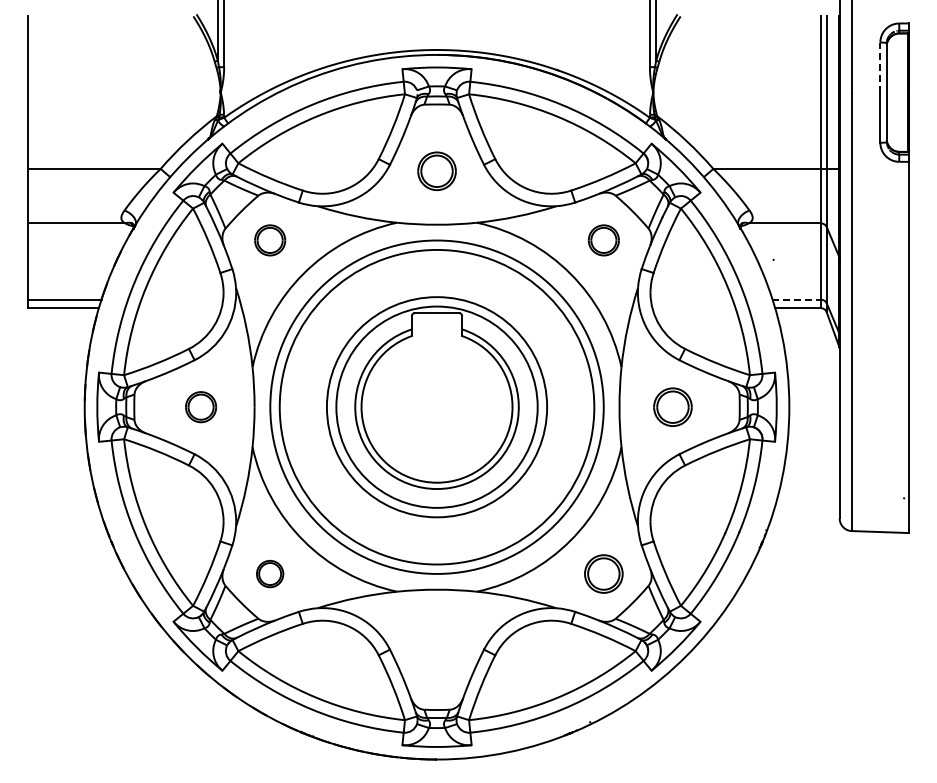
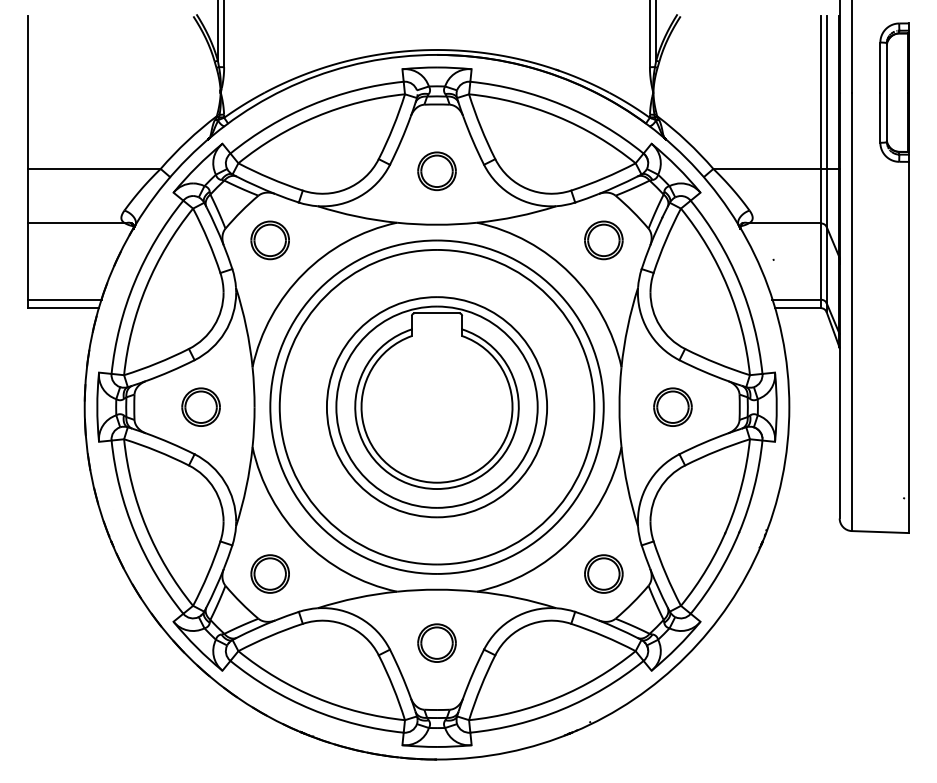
line at (880, 67): dashed -> solid
part at (270, 240) size: 33x33 px -> 40x41 px
part at (603, 240) size: 33x33 px -> 40x41 px
line at (797, 299): dashed -> solid
part at (201, 407) size: 33x33 px -> 40x40 px
part at (270, 574) size: 29x29 px -> 40x40 px
part at (436, 642): none -> present
